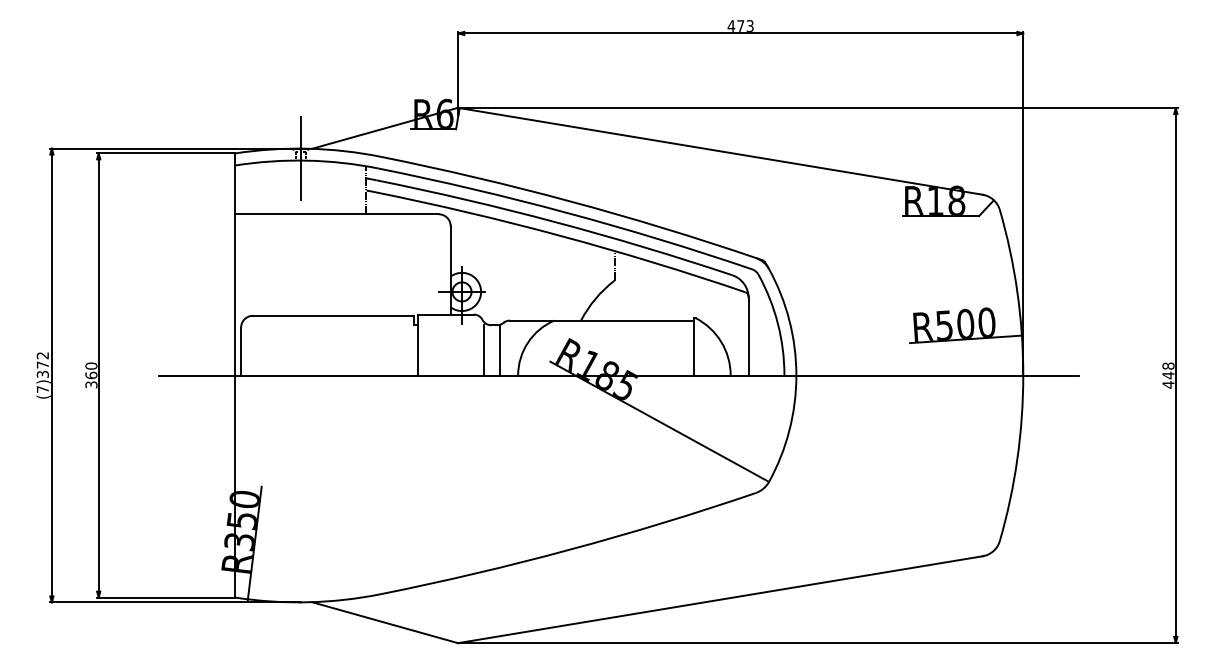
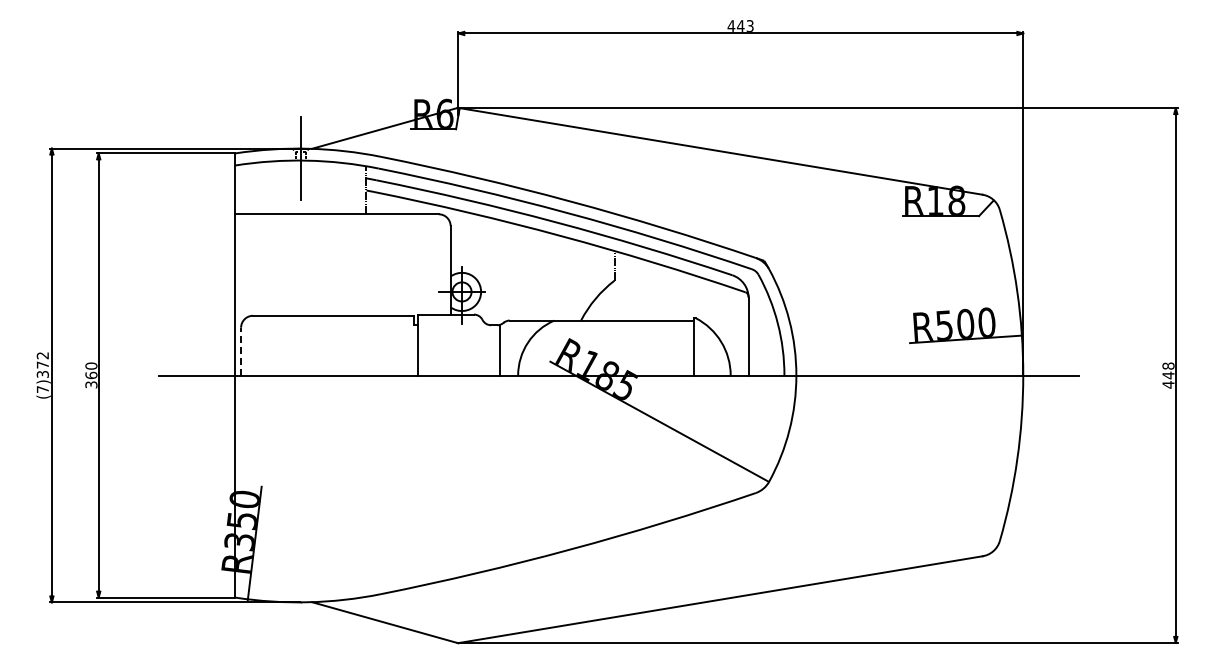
text at (740, 25): 473 -> 443
line at (483, 350): present -> none
line at (241, 351): solid -> dashed
